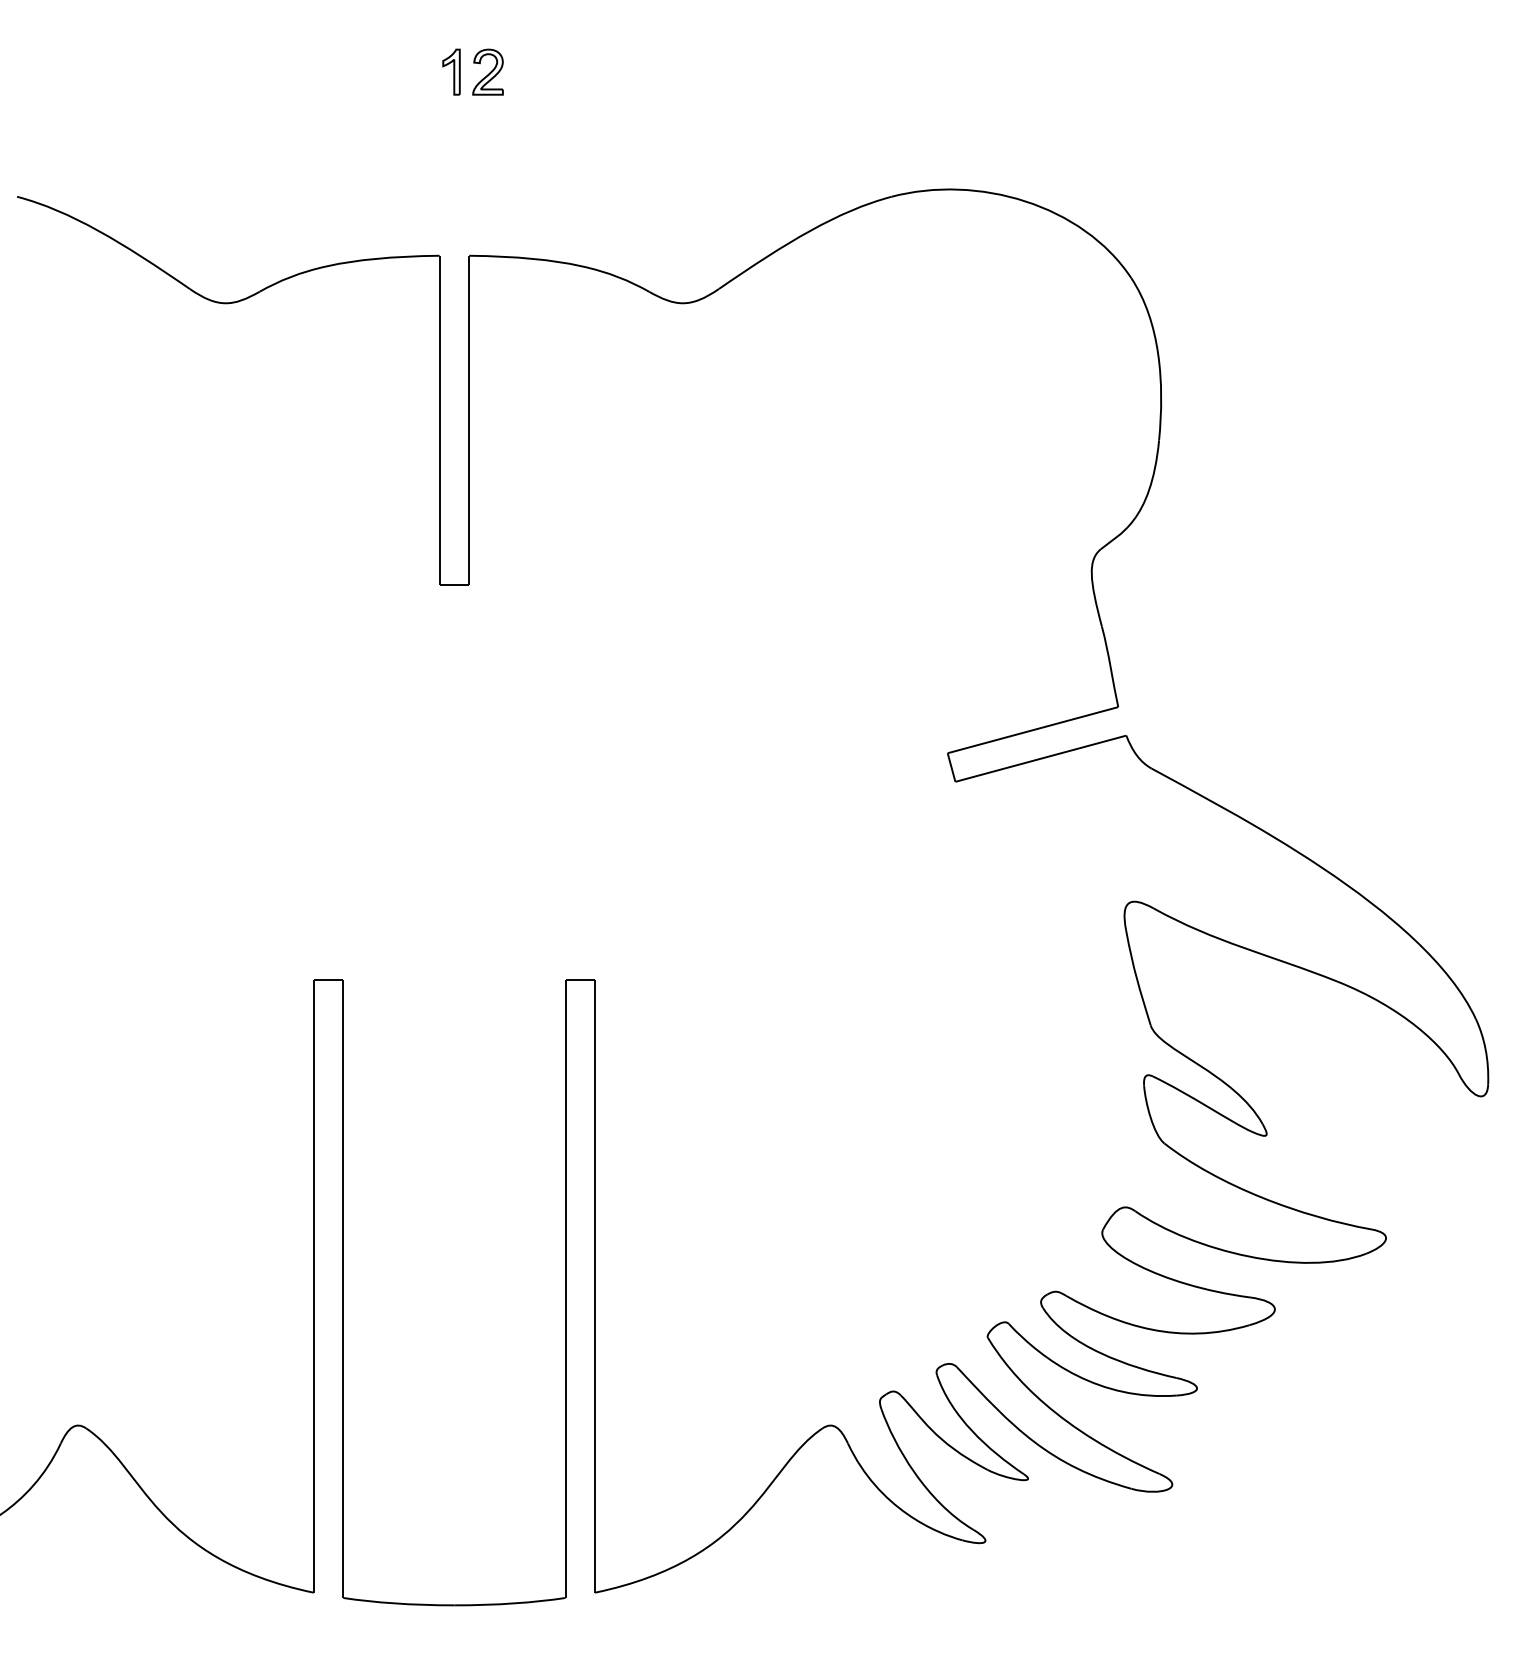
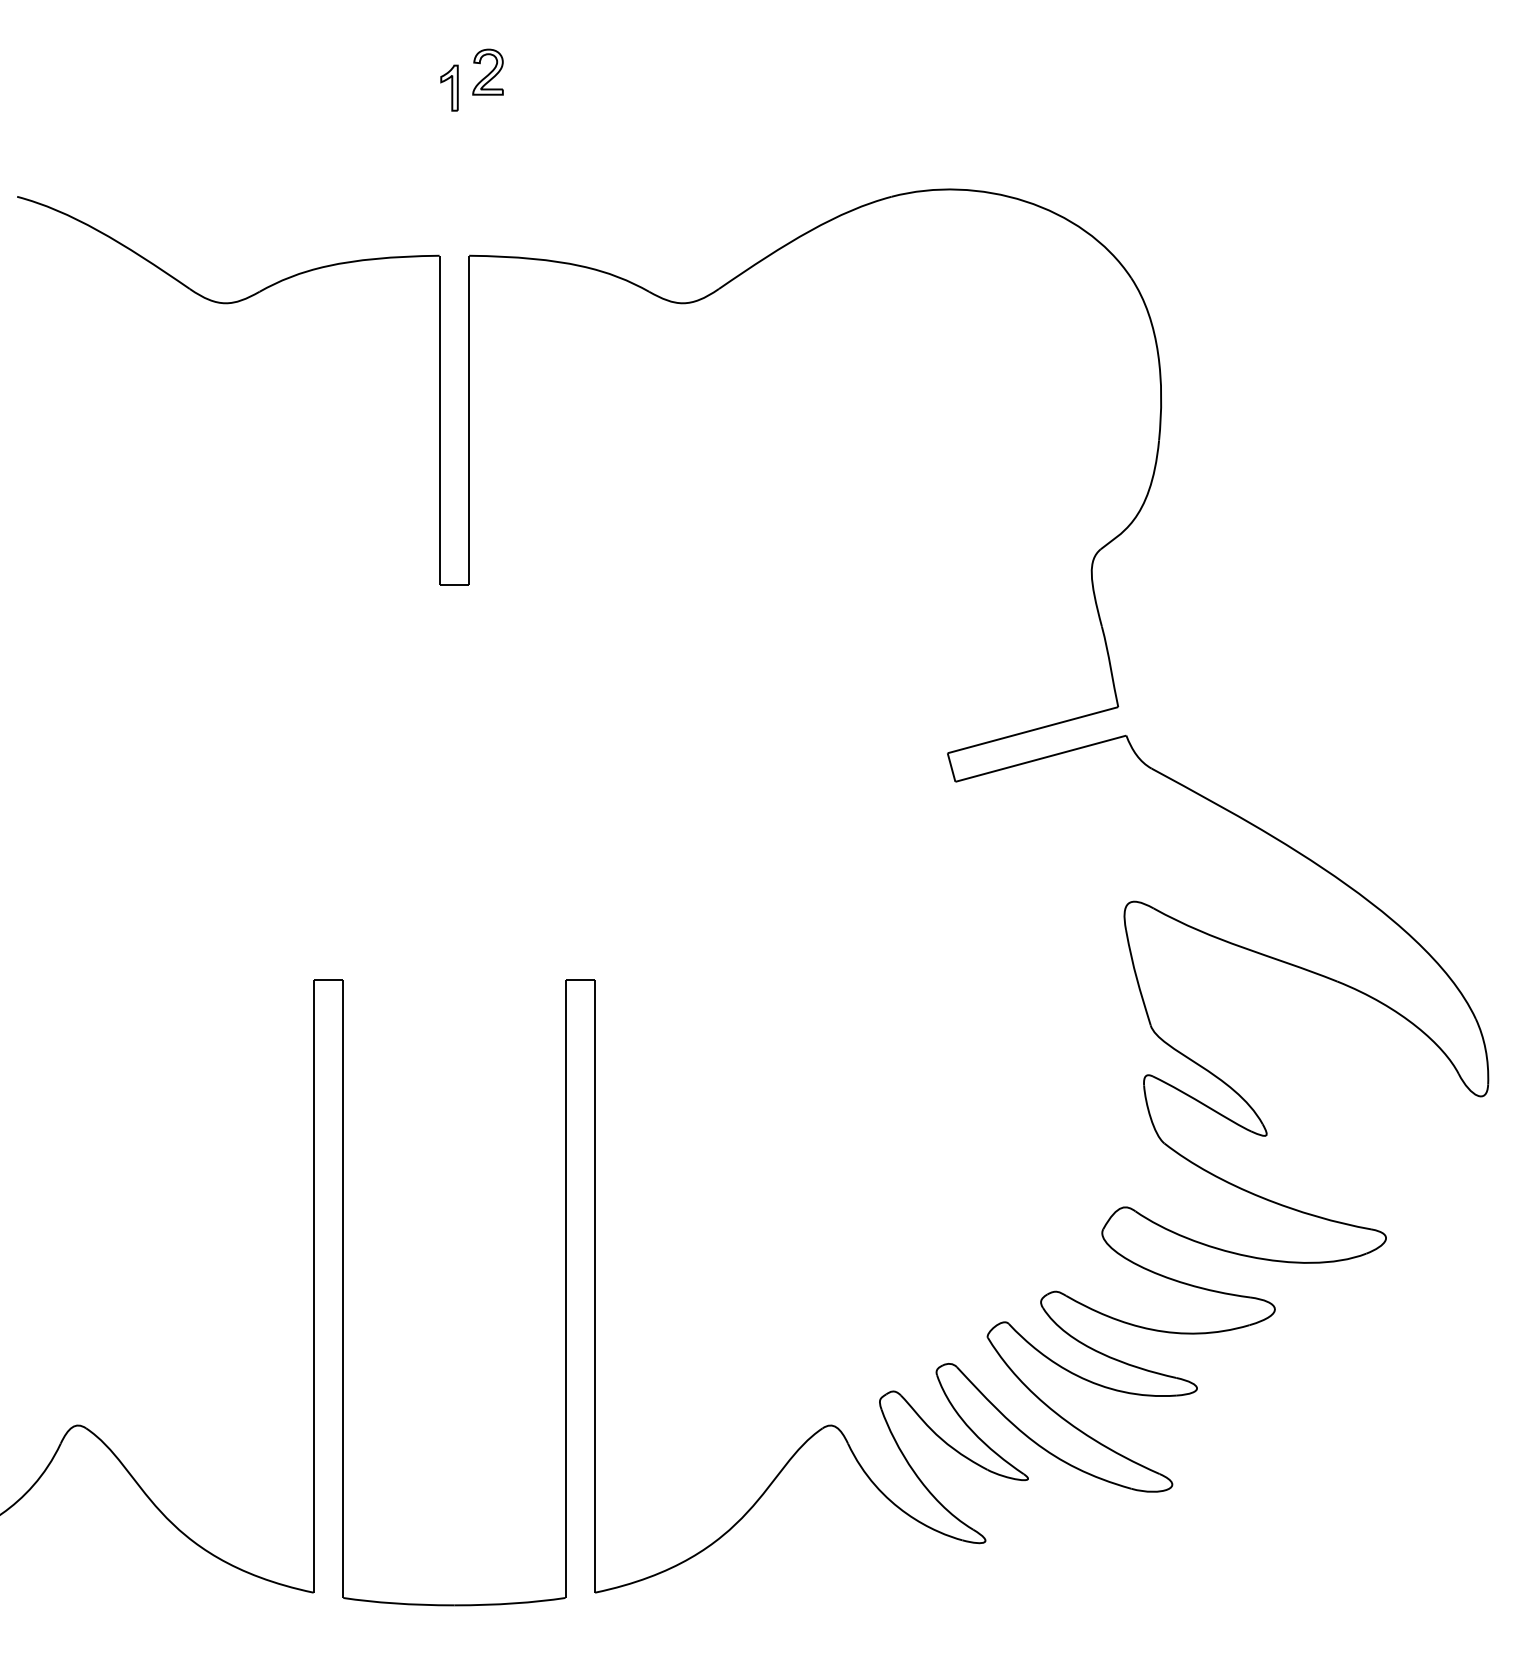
part at (451, 71) position: (451, 71) -> (449, 87)
